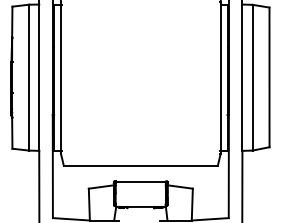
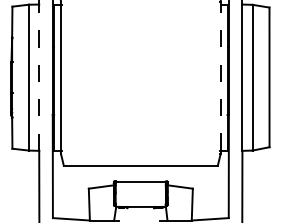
line at (39, 77): solid -> dashed
line at (220, 77): solid -> dashed
